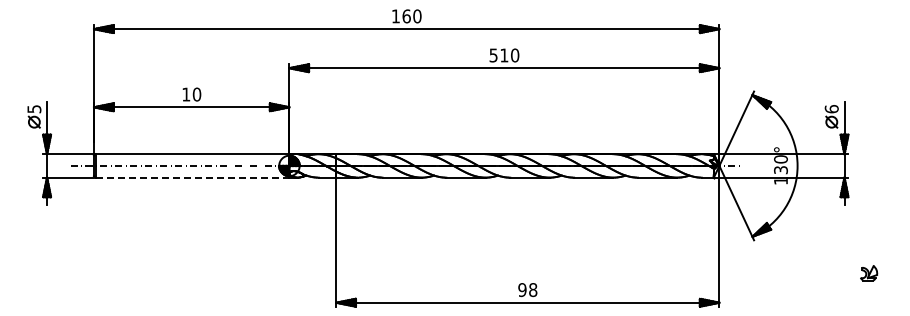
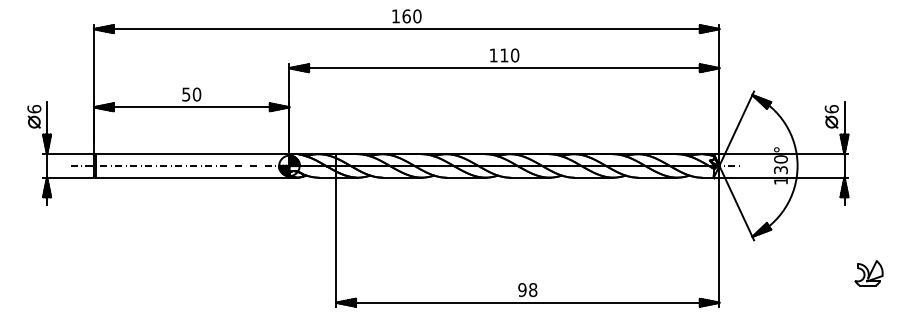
text at (493, 55): 510 -> 110
text at (186, 94): 10 -> 50
text at (34, 109): 5 -> 6
line at (192, 177): dashed -> solid
part at (869, 273) size: 19x17 px -> 30x27 px
